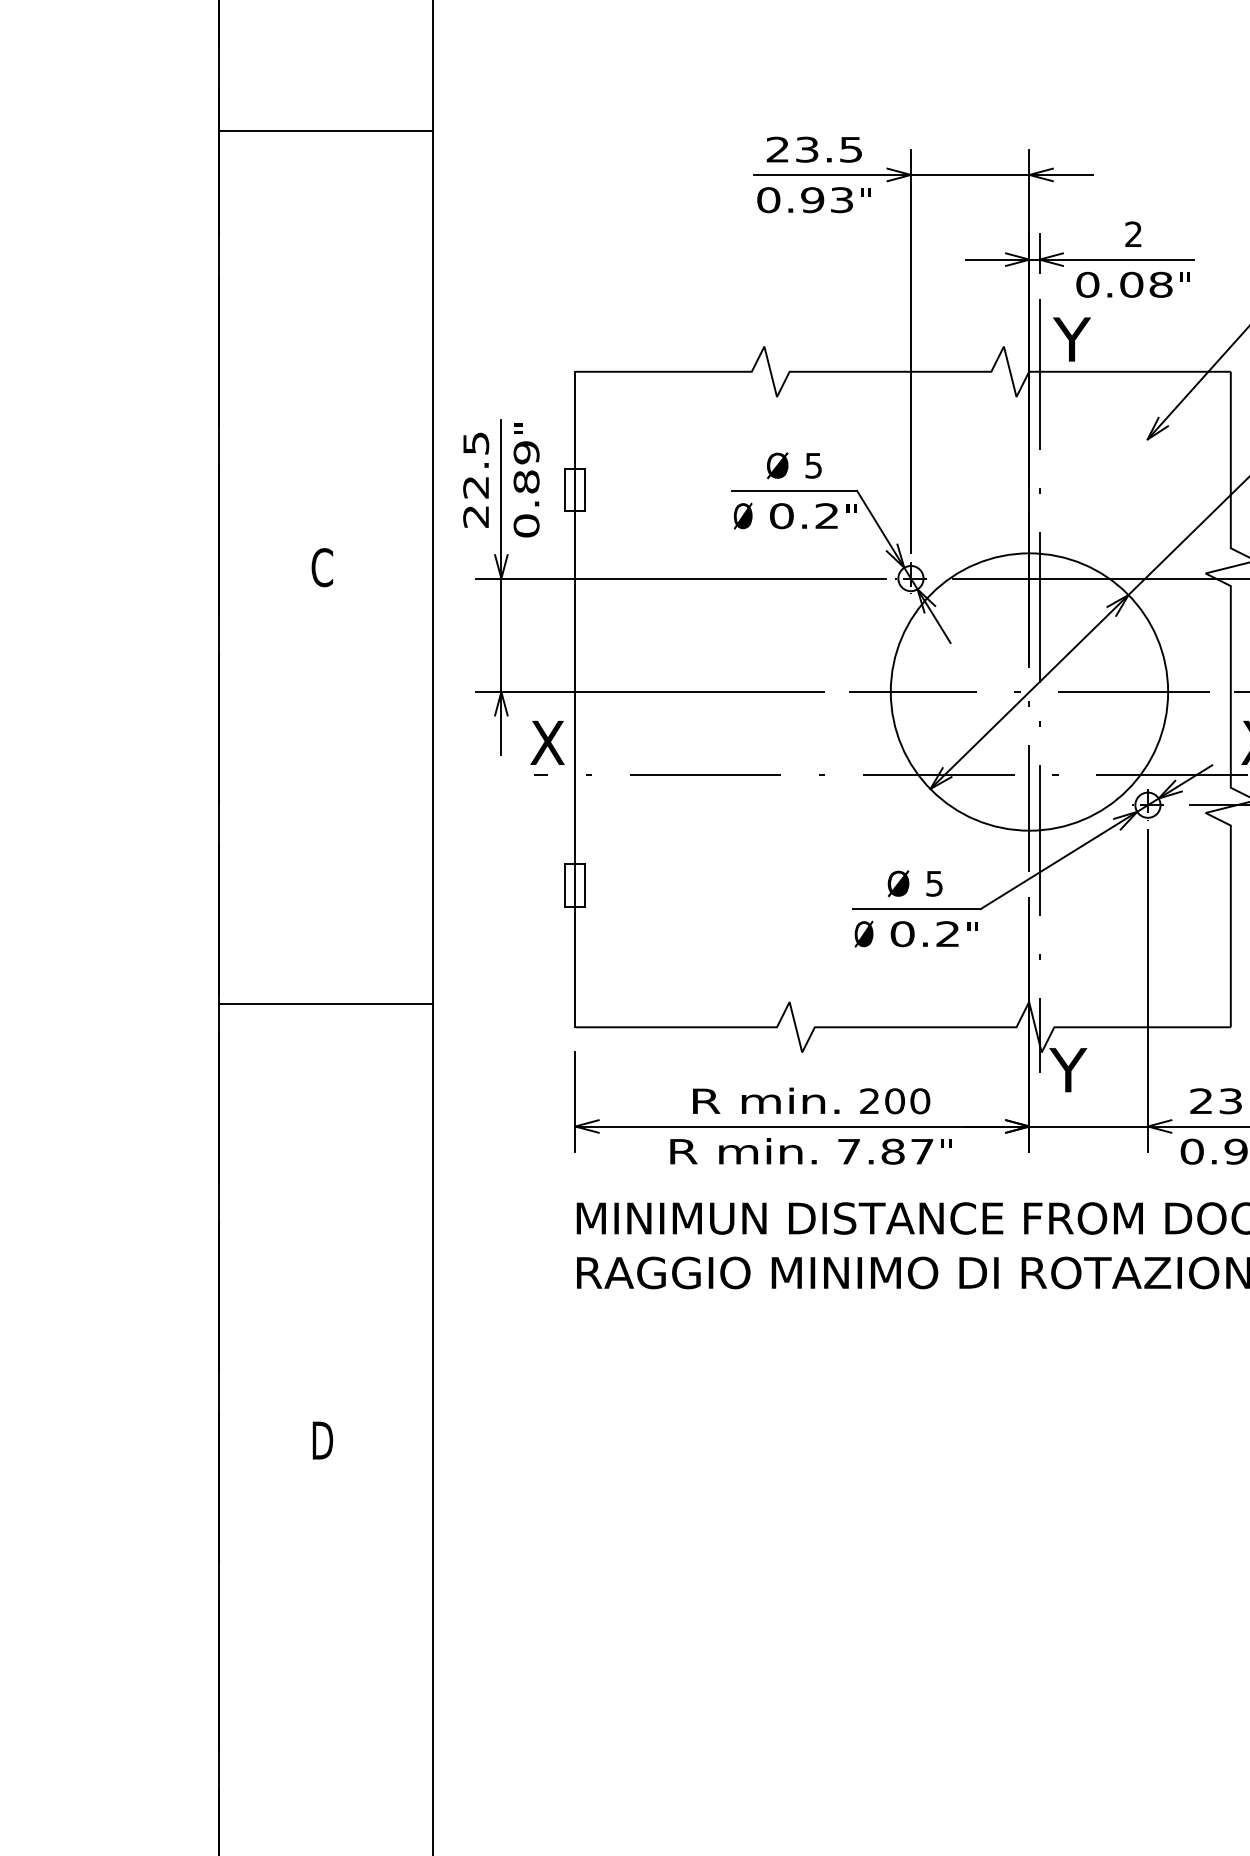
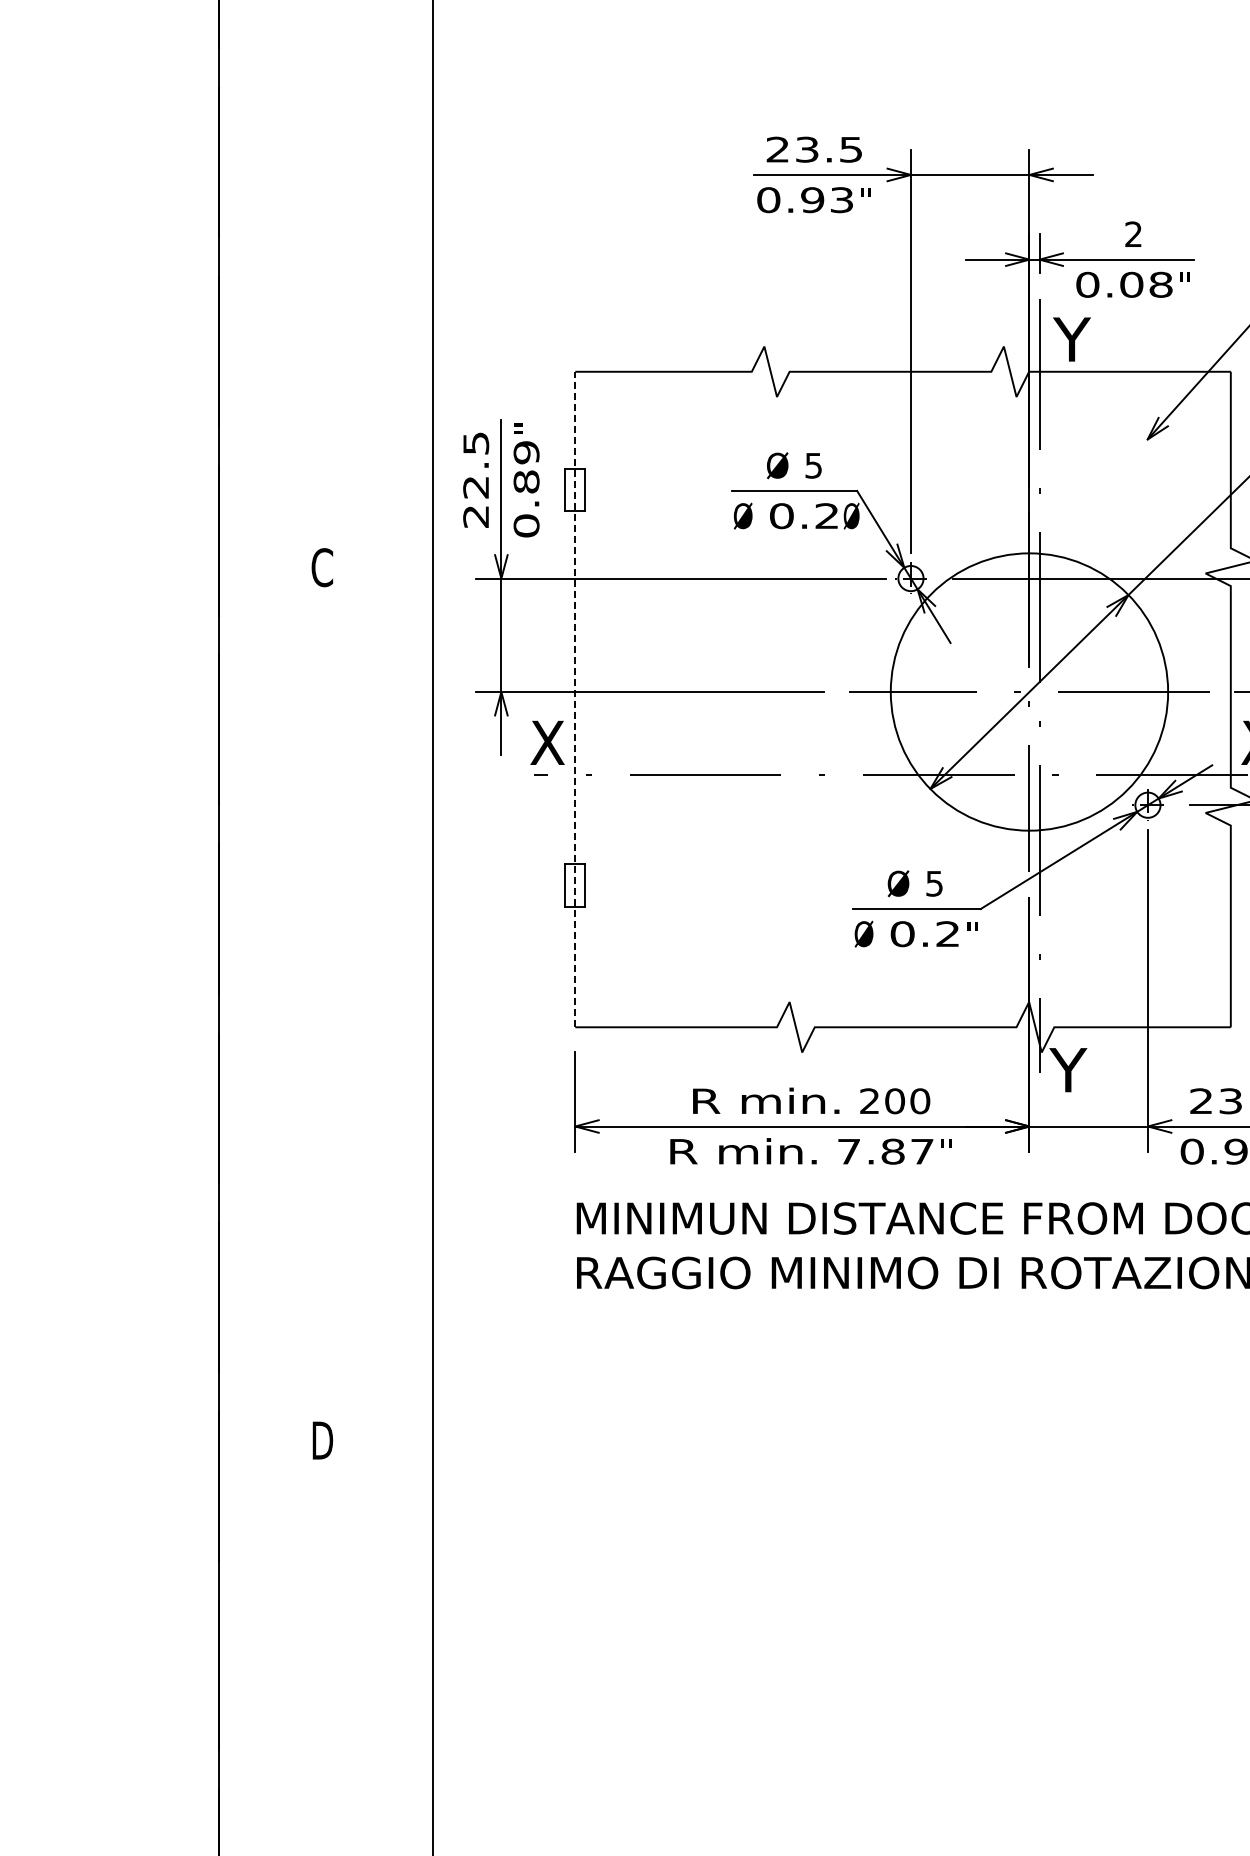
line at (325, 131): present -> none
text at (851, 515): " -> Ø
line at (575, 699): solid -> dashed
line at (325, 1004): present -> none
